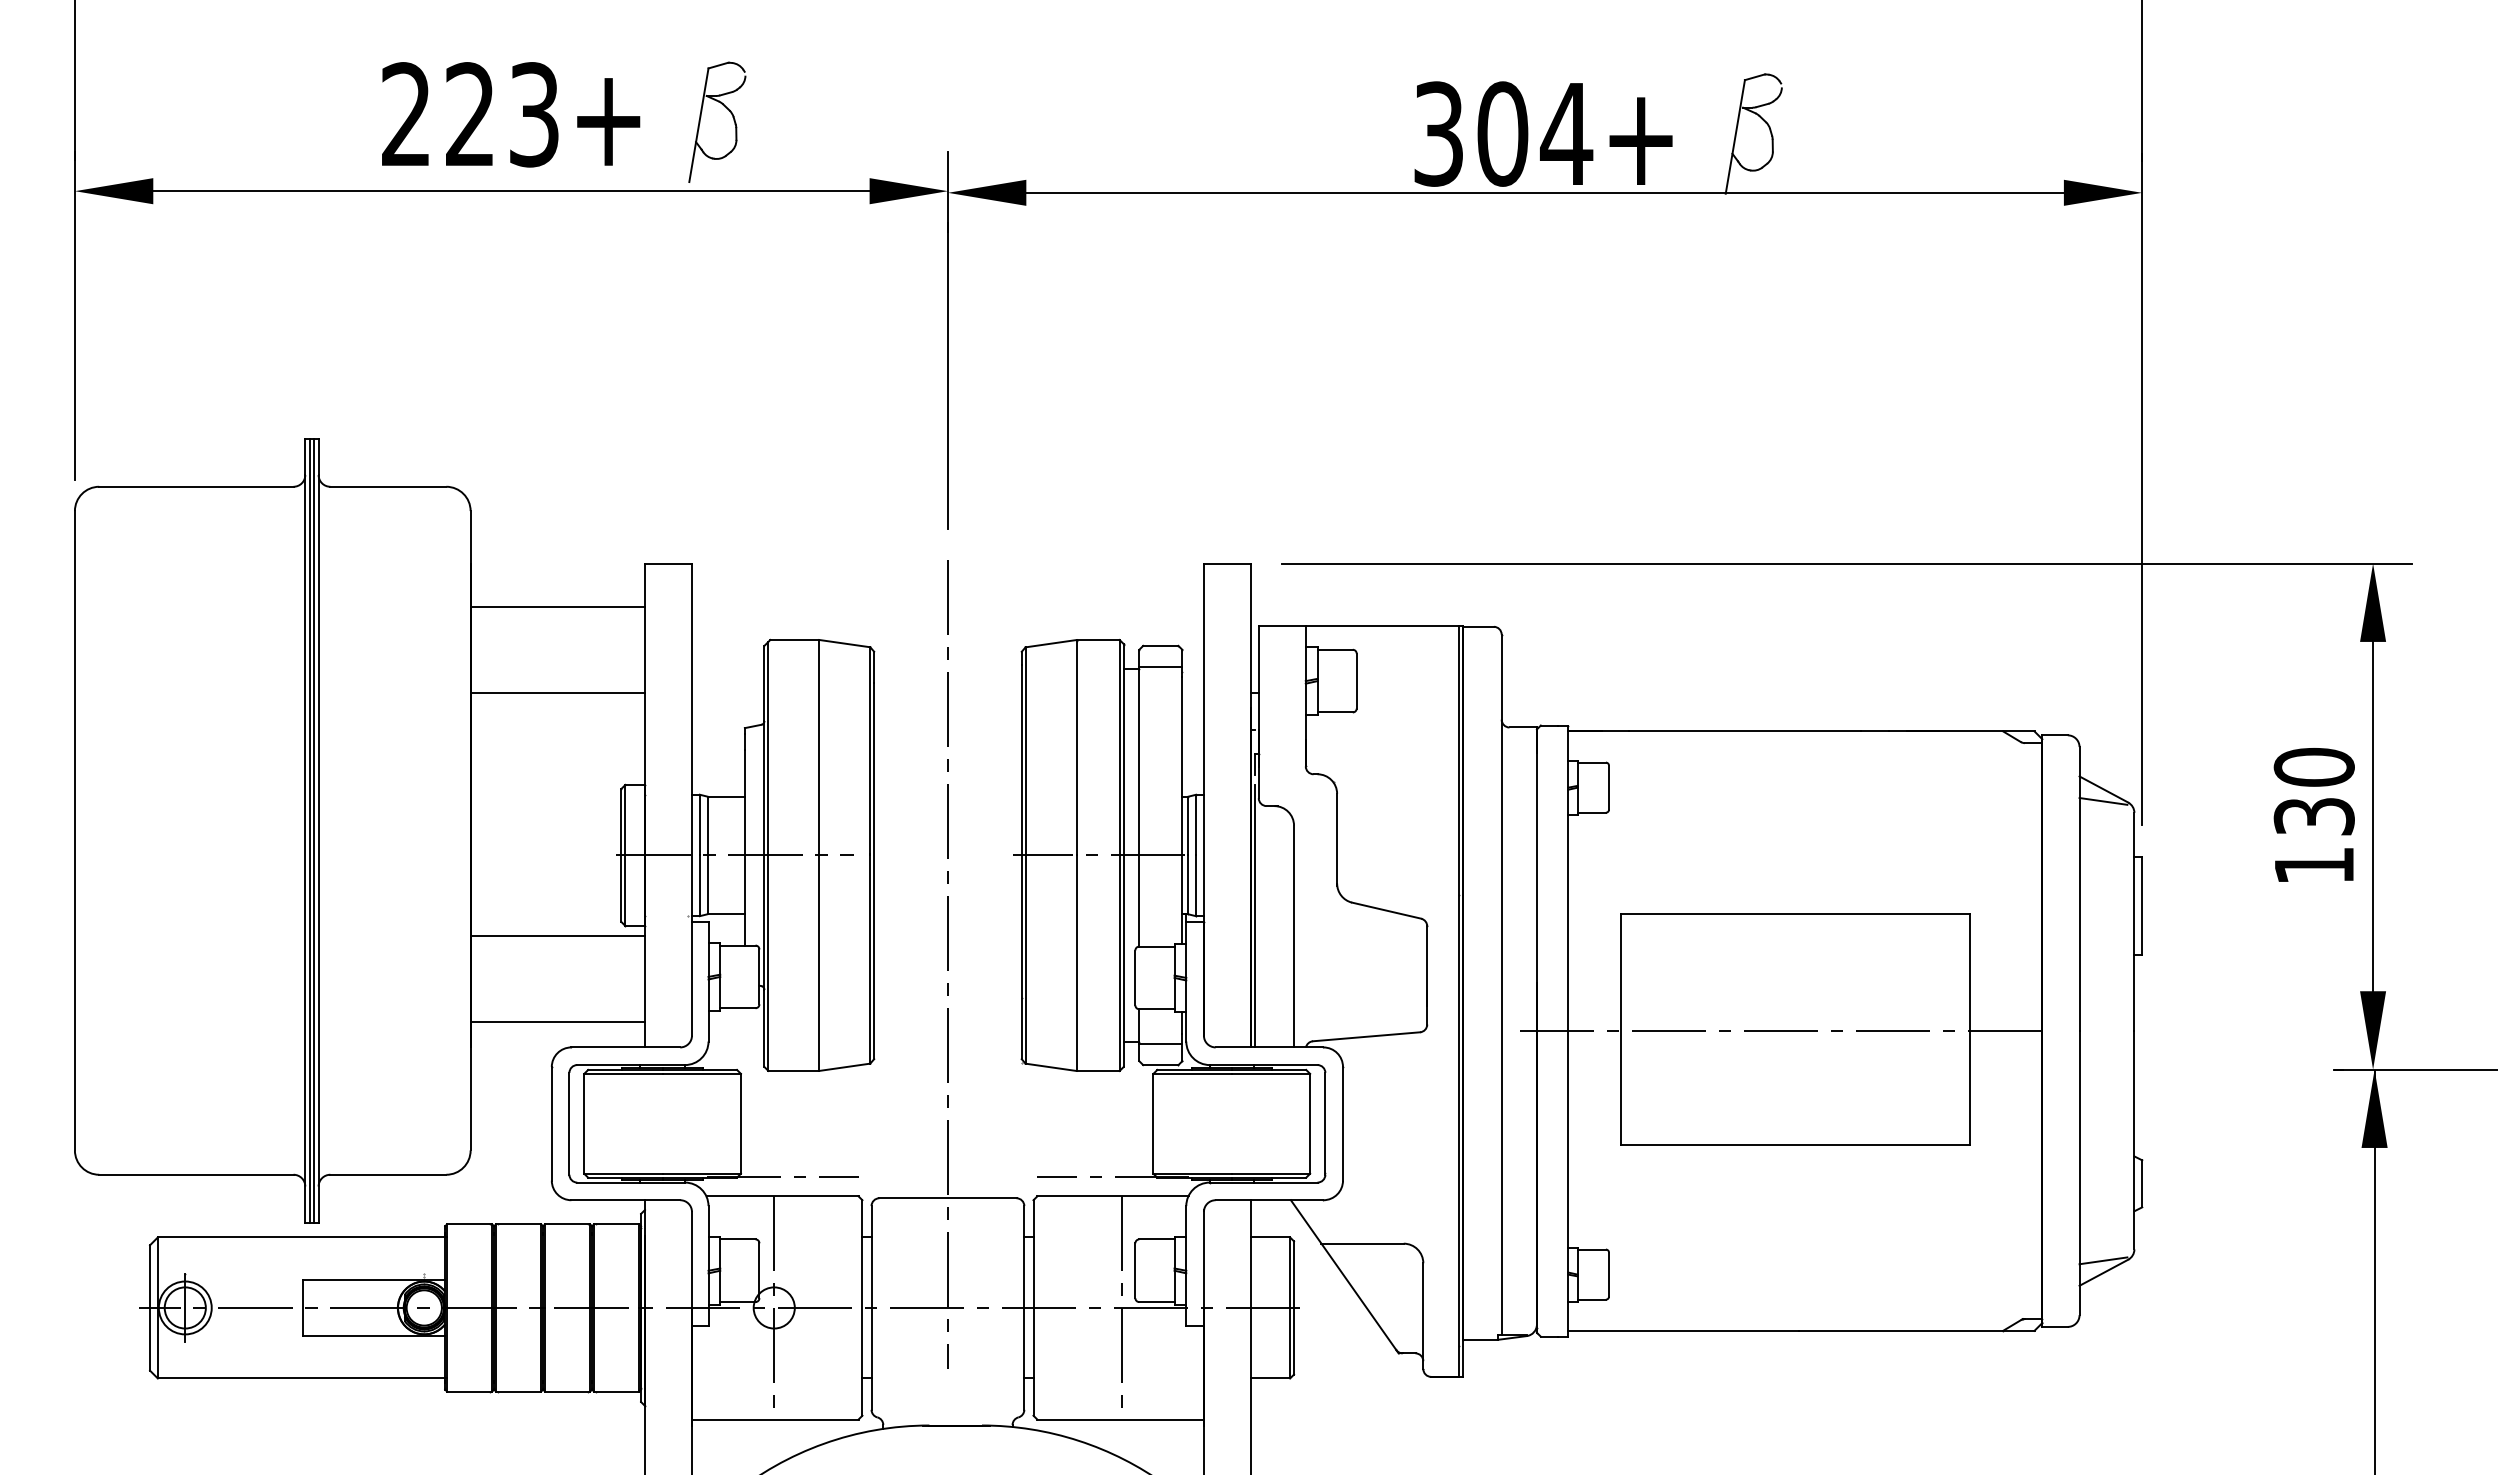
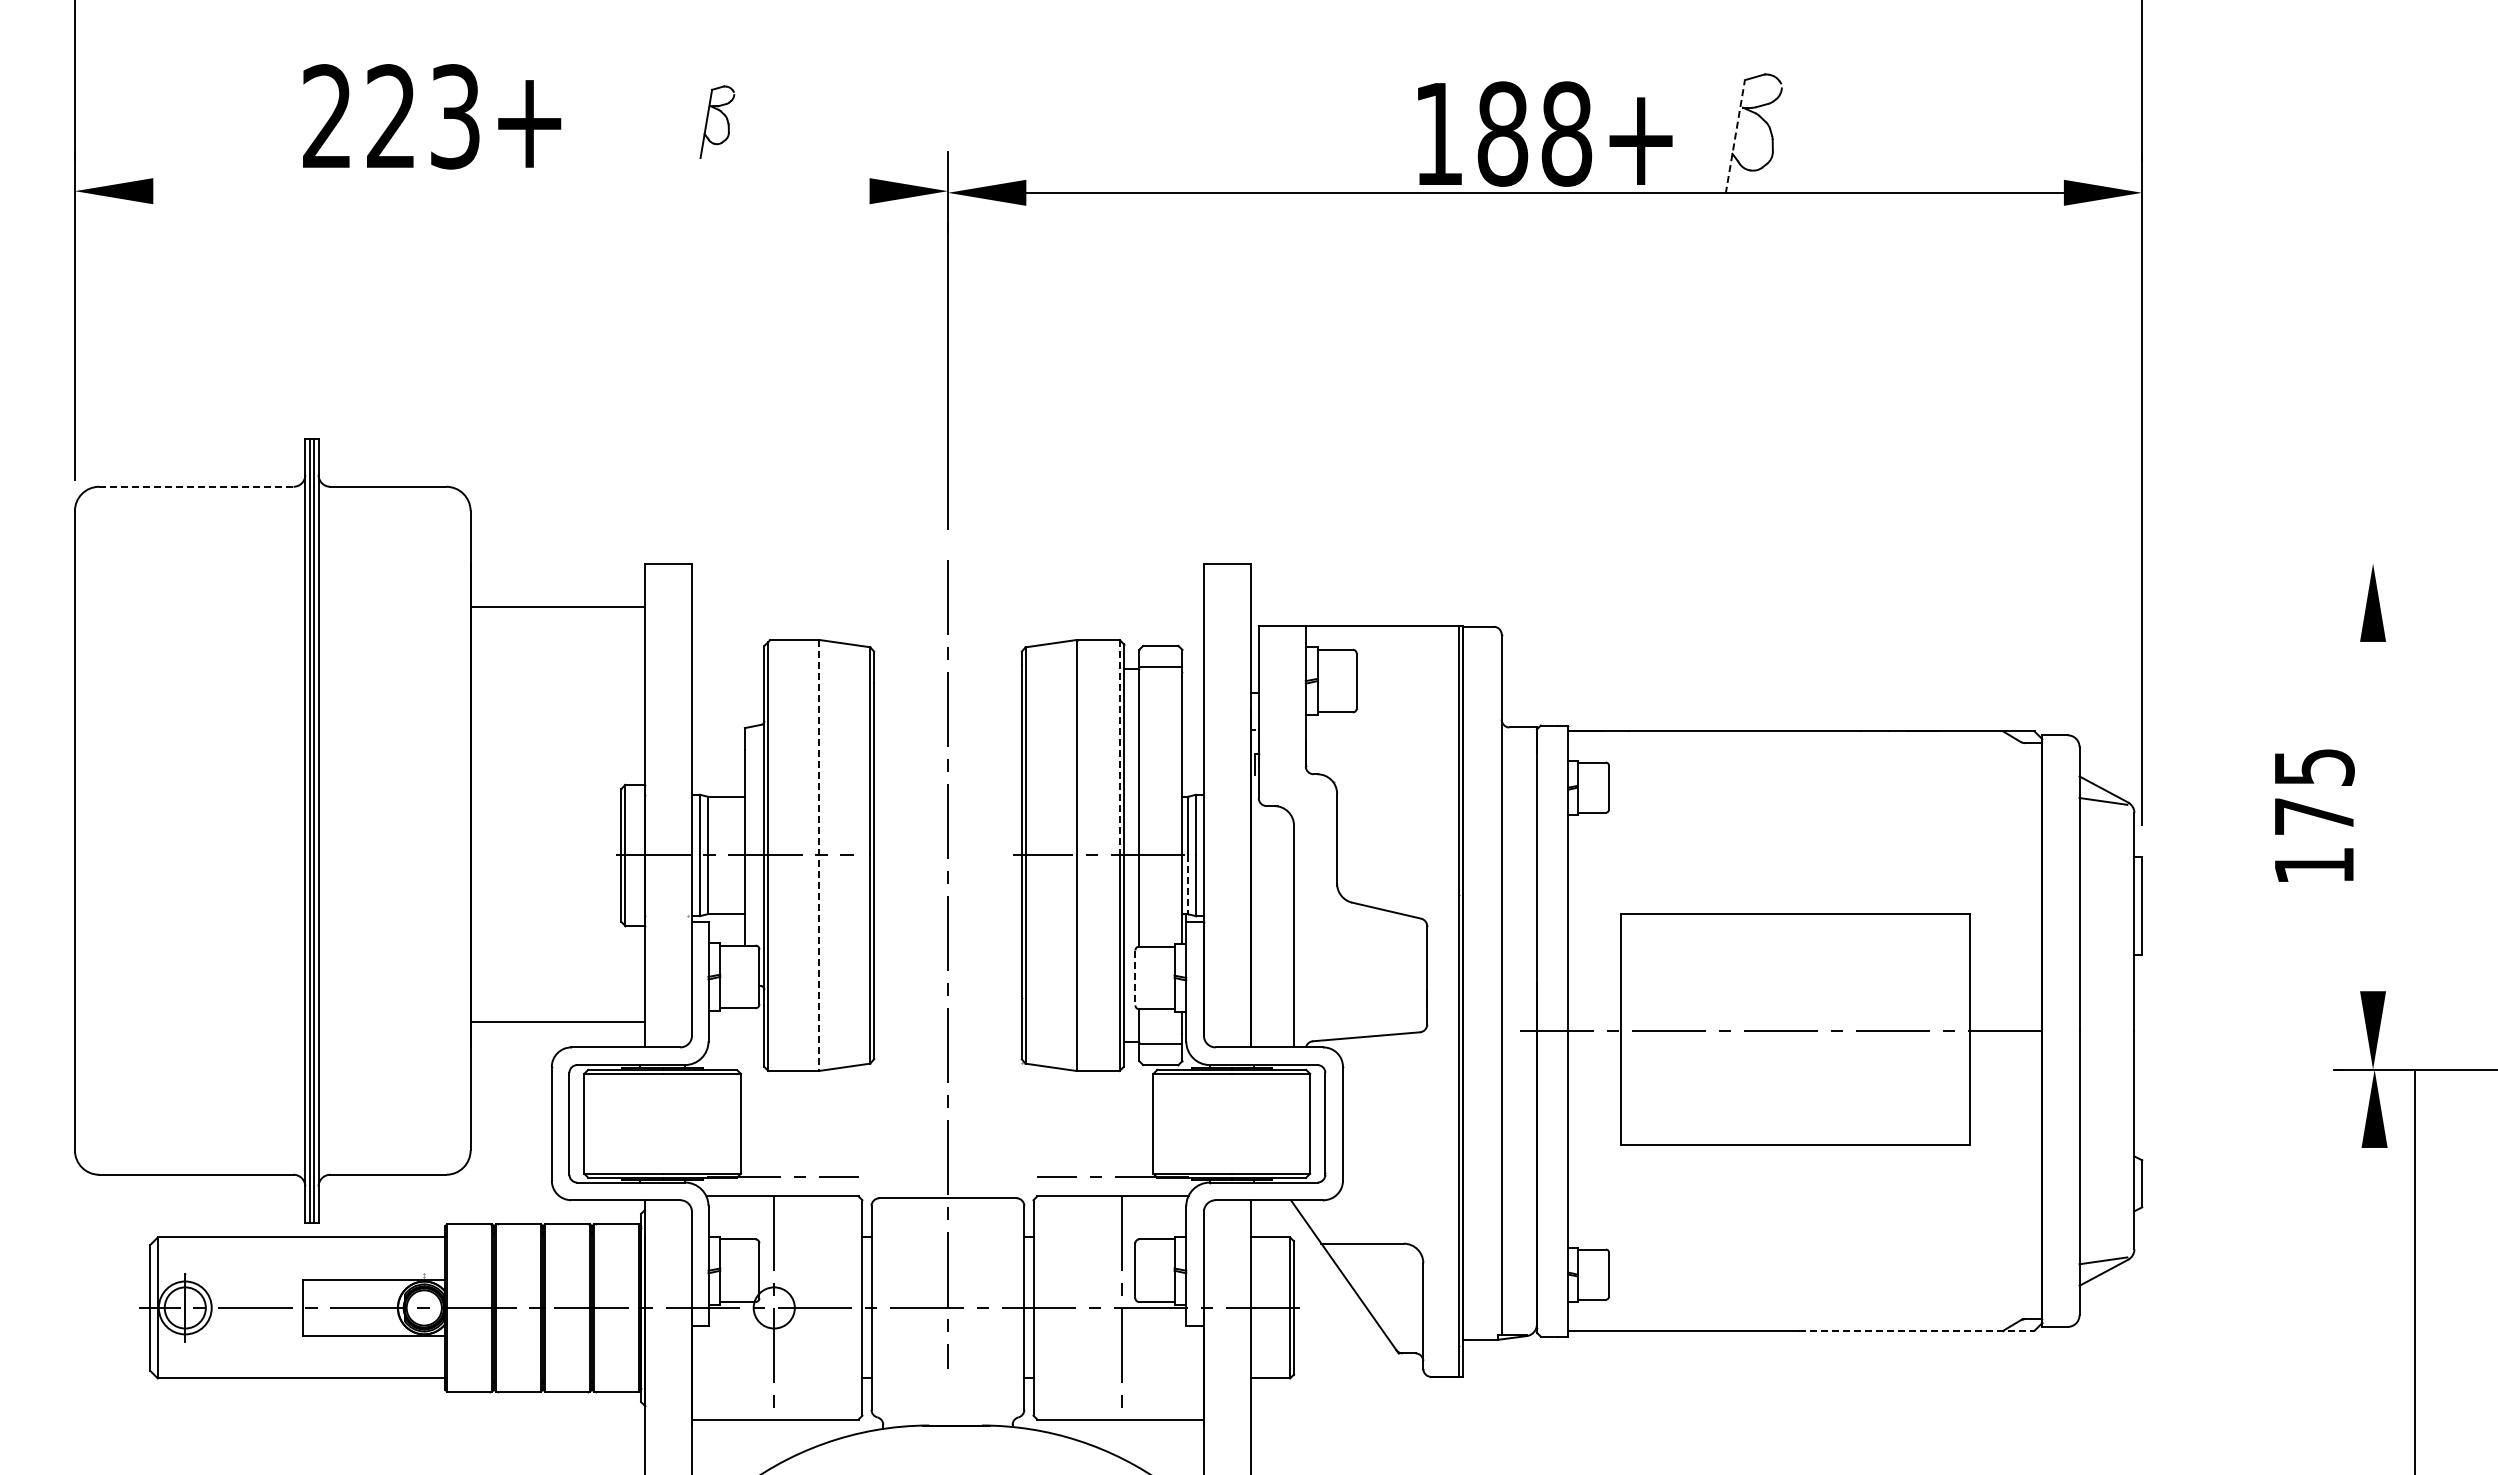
text at (511, 114) position: (511, 114) -> (432, 116)
part at (717, 121) size: 59x122 px -> 37x74 px
text at (1503, 133): 304+ -> 188+
line at (1735, 136): solid -> dashed
line at (511, 191): present -> none
line at (196, 486): solid -> dashed
line at (1847, 563): present -> none
line at (557, 692): present -> none
line at (1119, 747): solid -> dashed
text at (2313, 791): 130 -> 175
line at (2373, 816): present -> none
line at (819, 855): solid -> dashed
line at (1188, 885): solid -> dashed
line at (1254, 916): present -> none
line at (557, 935): present -> none
line at (1135, 978): solid -> dashed
line at (2374, 1270) position: (2374, 1270) -> (2414, 1270)
line at (1916, 1330): solid -> dashed
